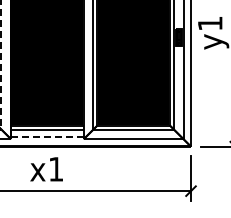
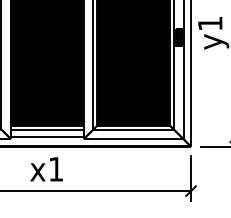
line at (1, 65): dashed -> solid
line at (46, 137): dashed -> solid
